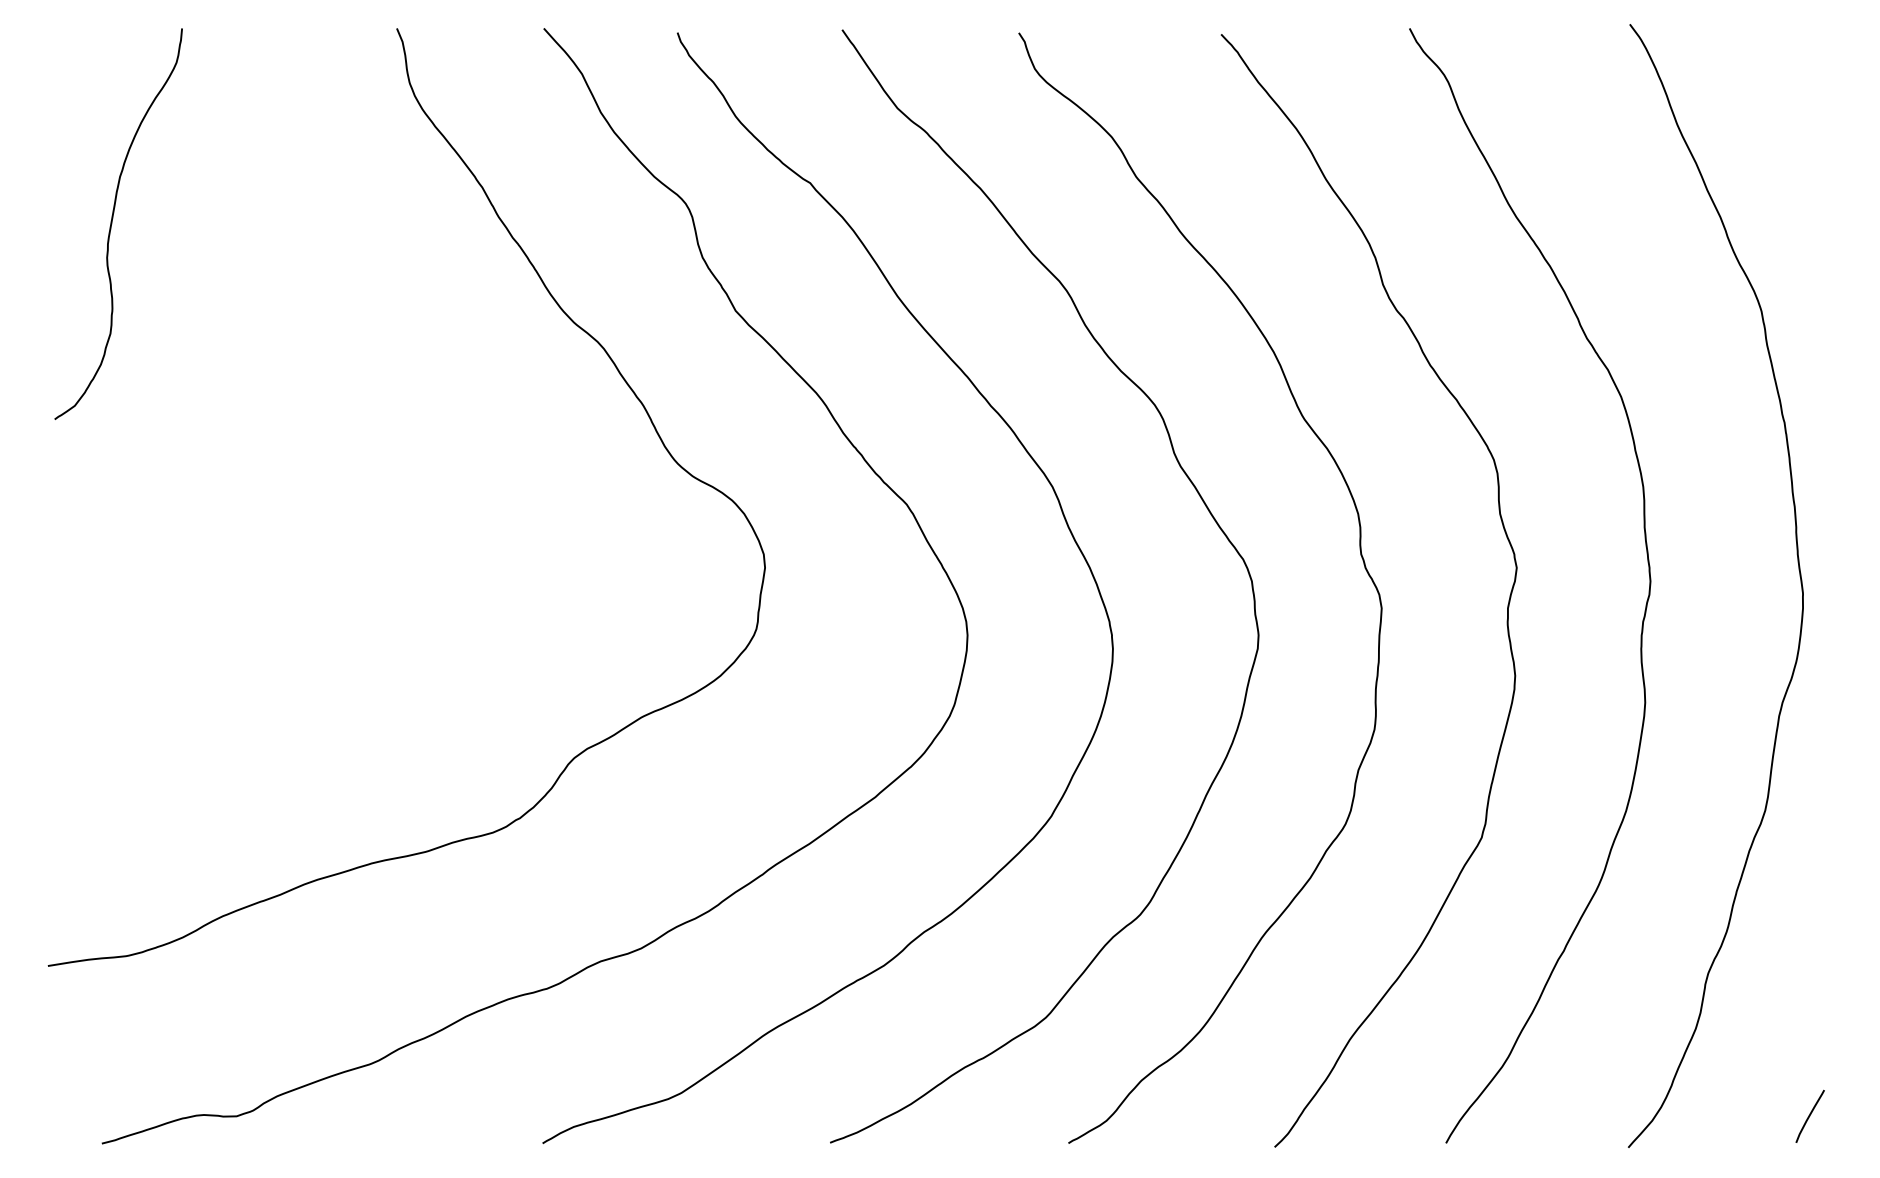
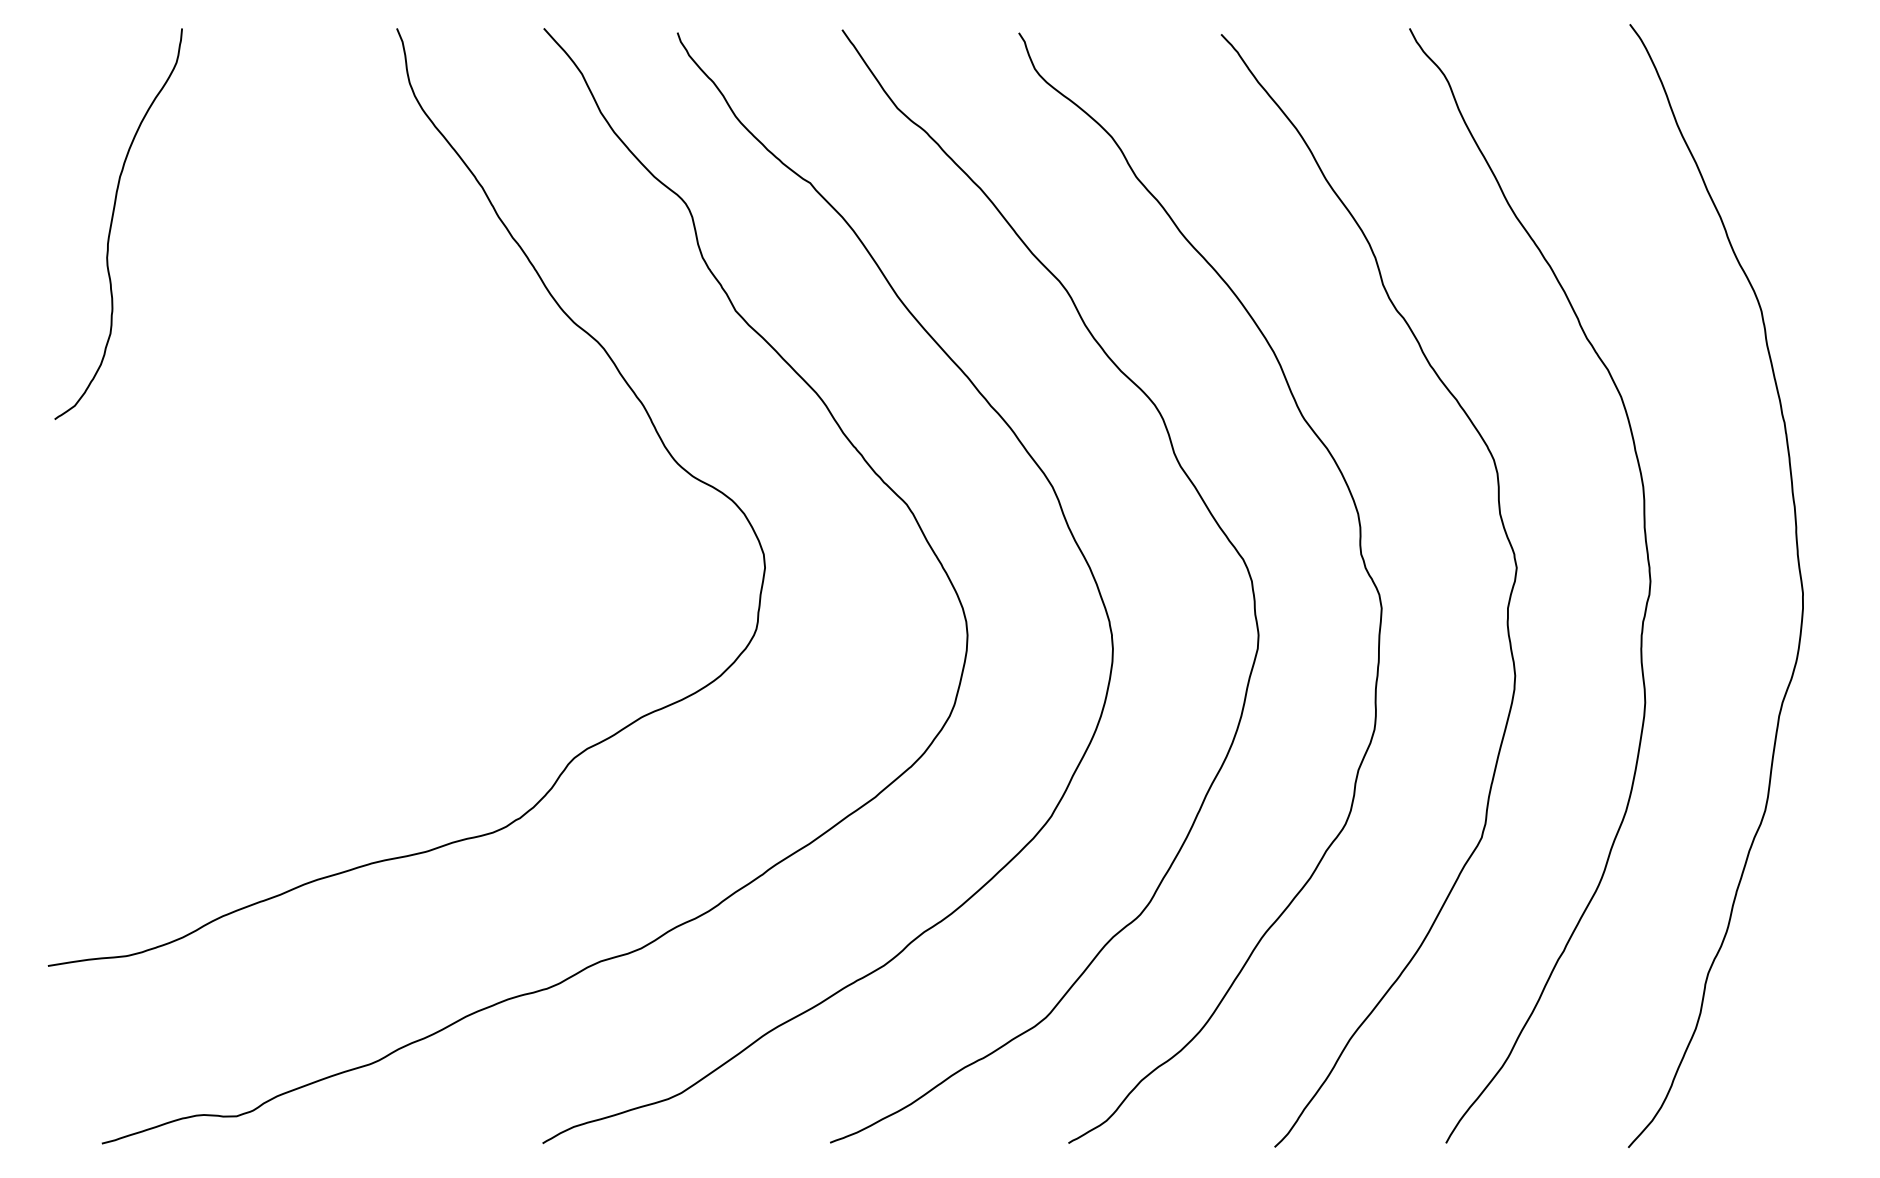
curve at (1809, 1115): present -> none
